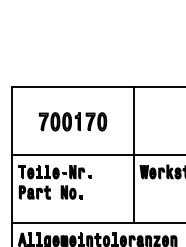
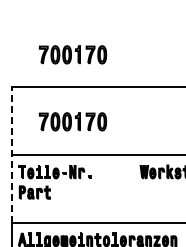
part at (73, 54): none -> present
line at (11, 155): solid -> dashed
line at (134, 155): present -> none
part at (71, 192): present -> none
